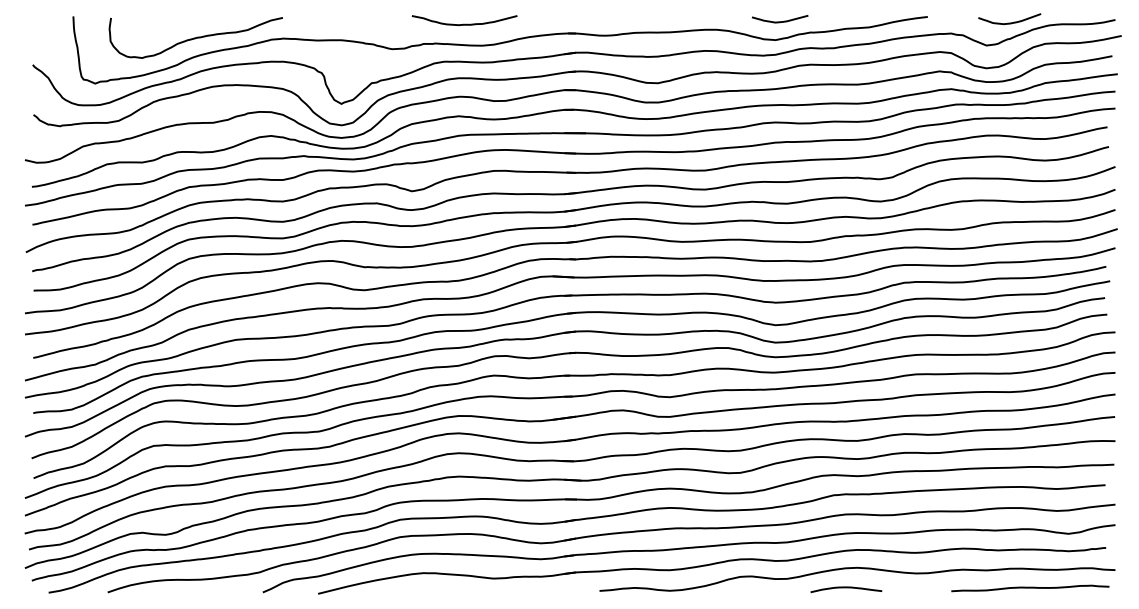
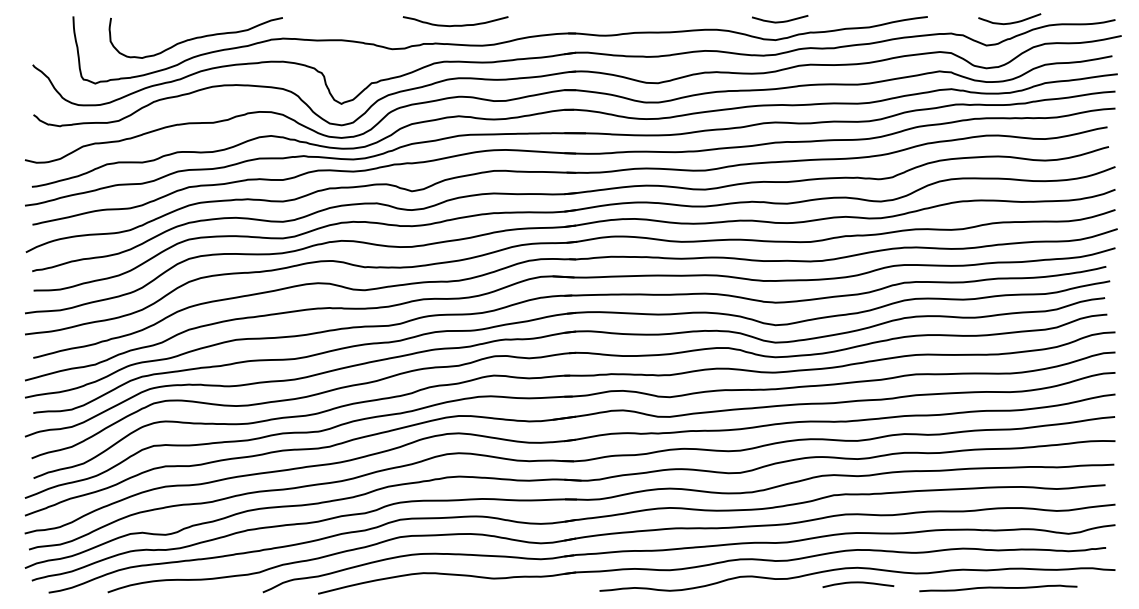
curve at (464, 23) position: (464, 23) -> (455, 24)
curve at (846, 588) position: (846, 588) -> (858, 583)
curve at (1030, 588) position: (1030, 588) -> (998, 588)
